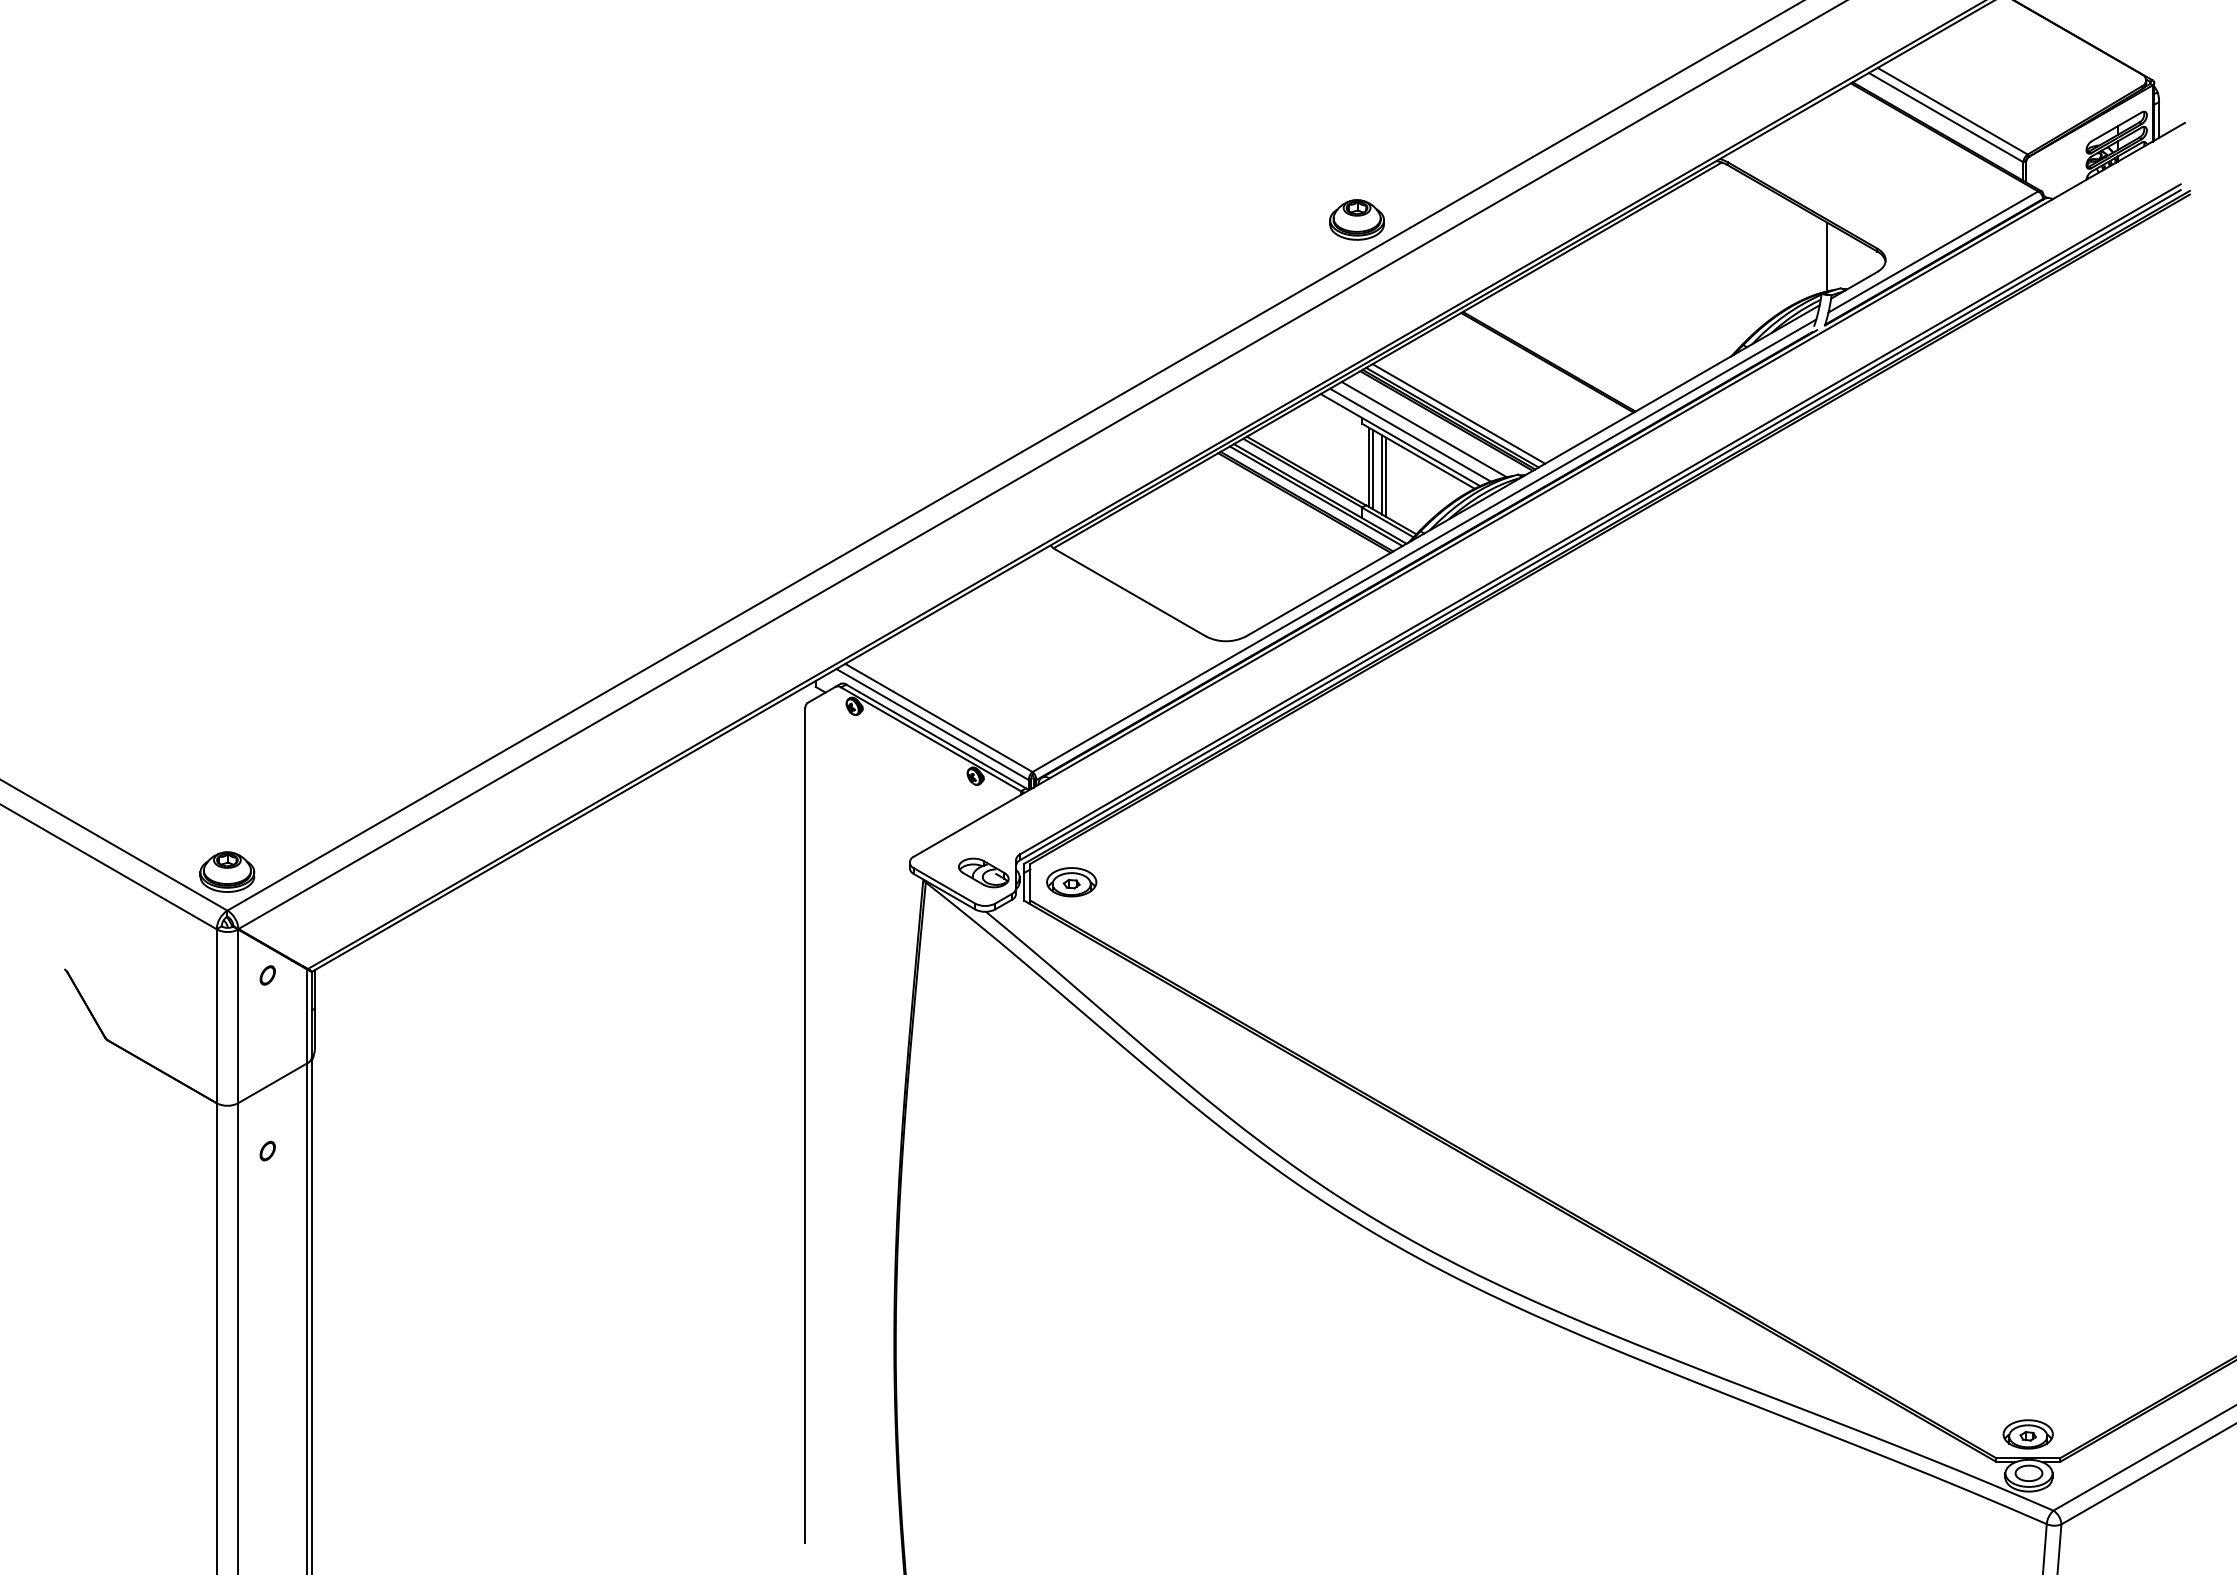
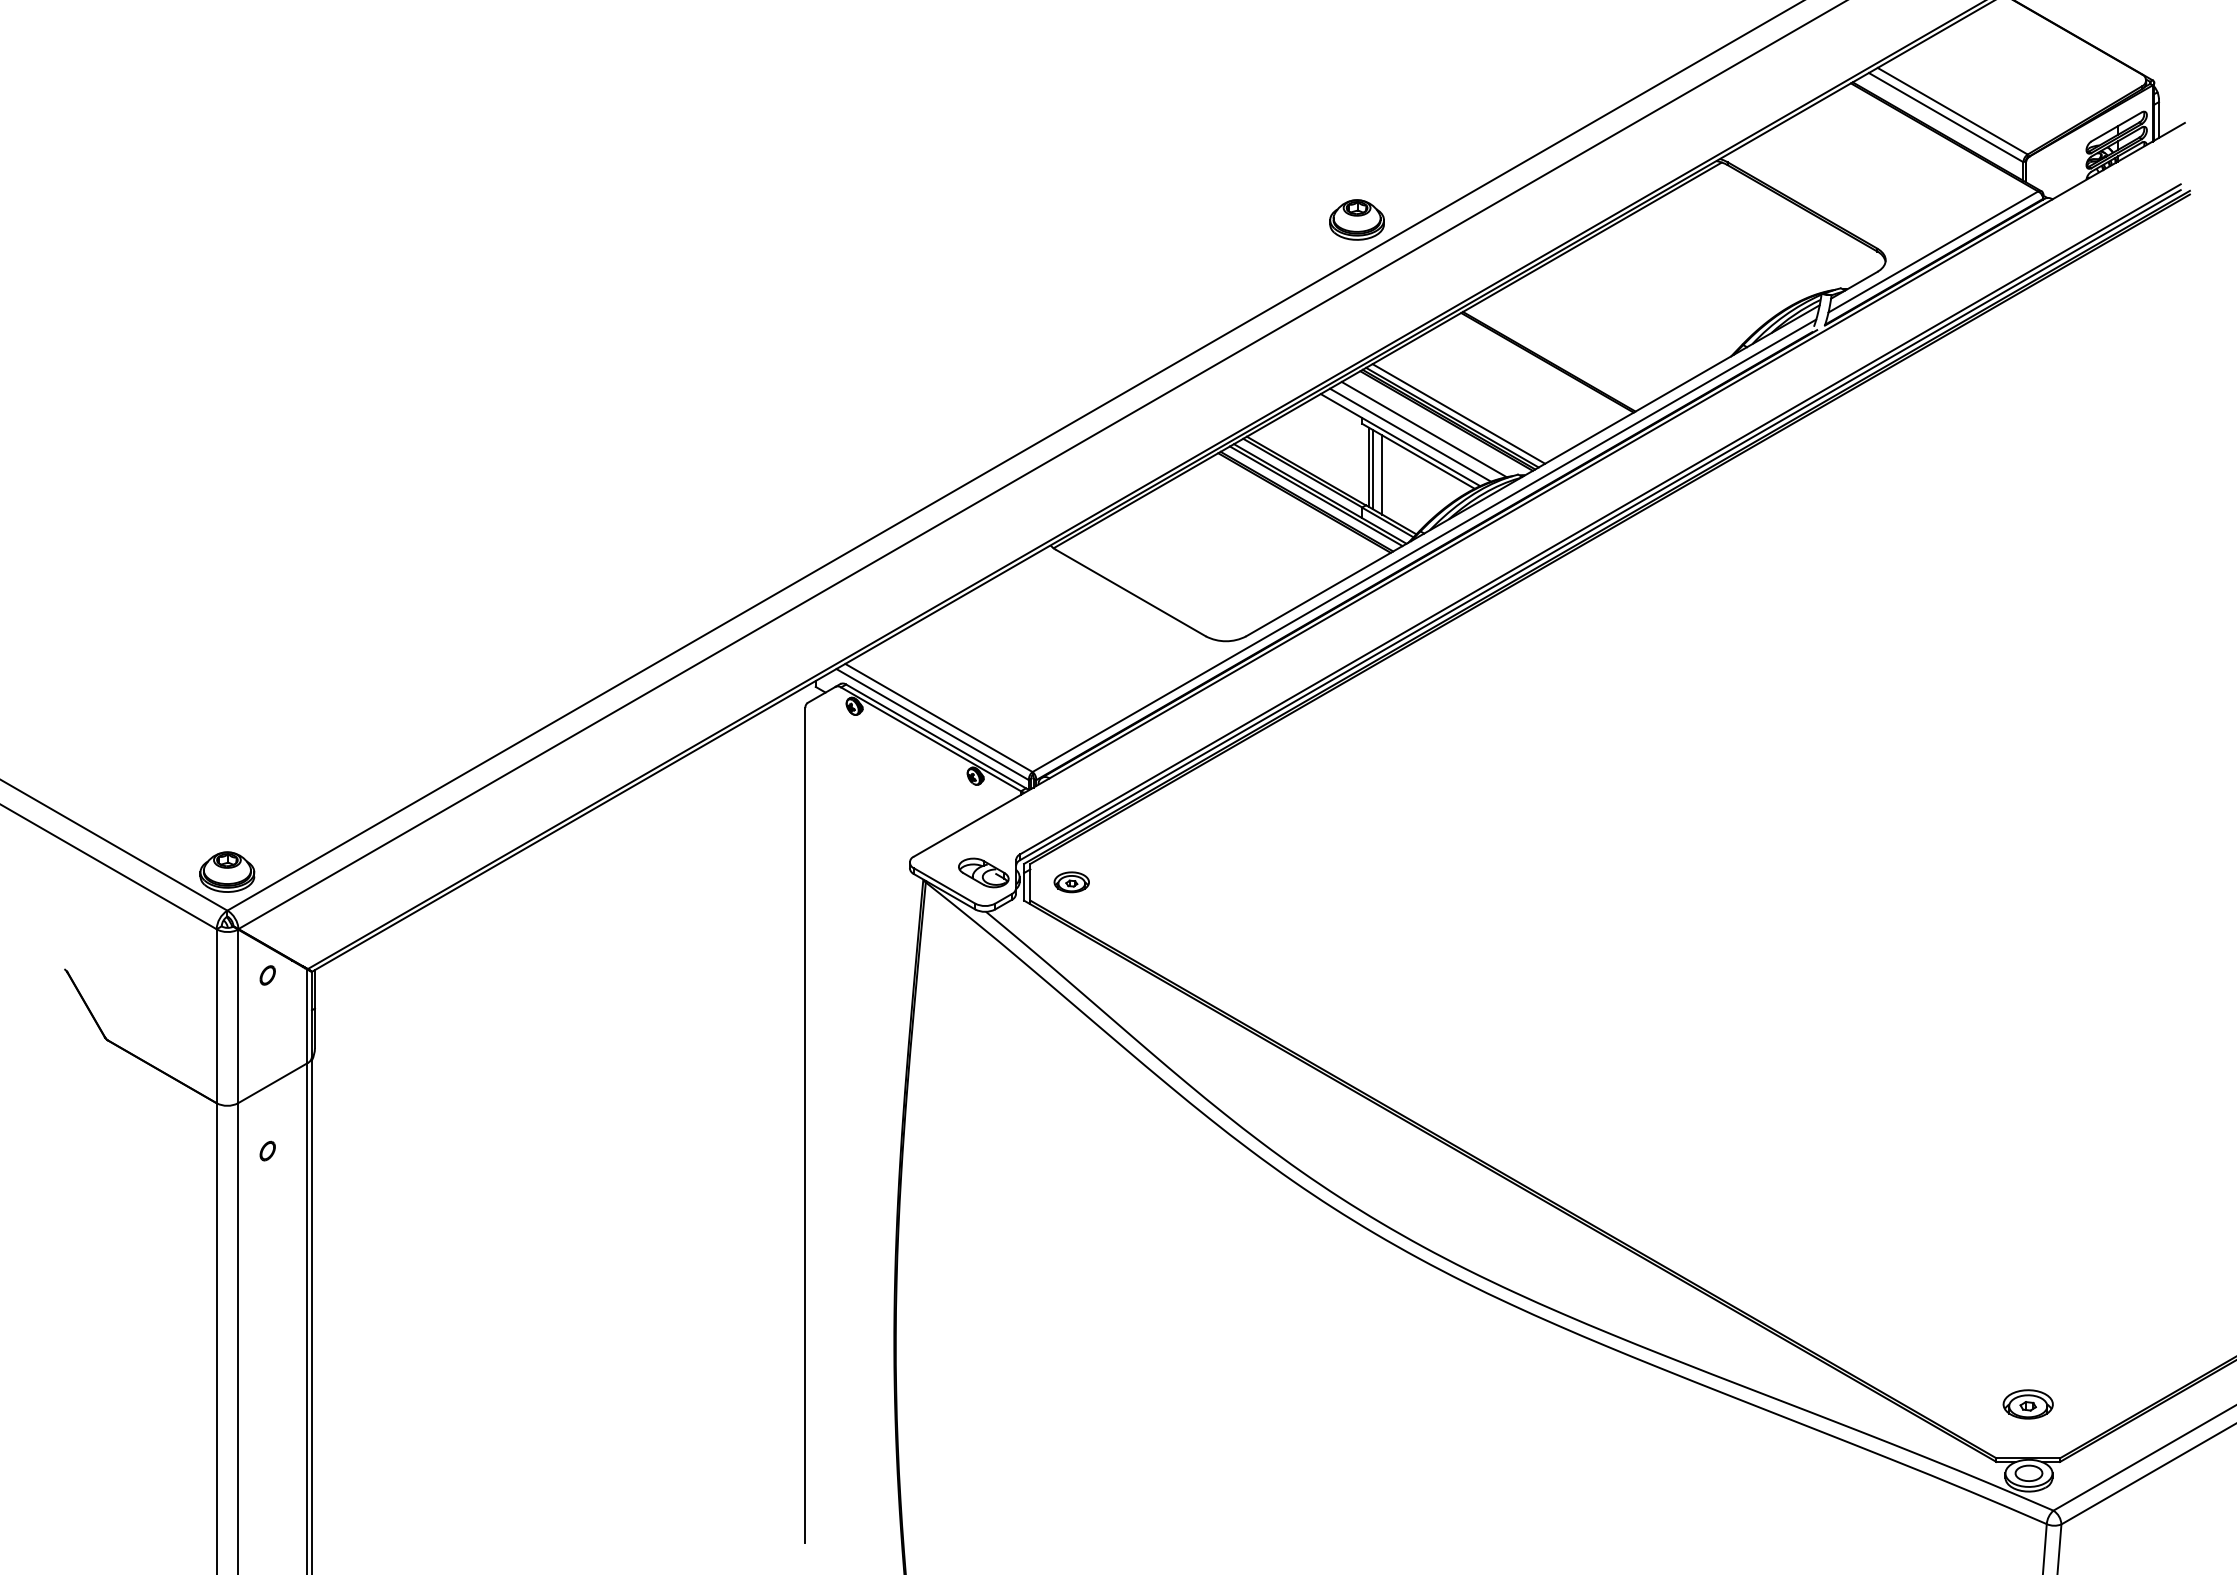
line at (1827, 256): present -> none
line at (1386, 476): present -> none
part at (1071, 882) size: 52x31 px -> 37x23 px
part at (2027, 1434) position: (2027, 1434) -> (2027, 1404)
